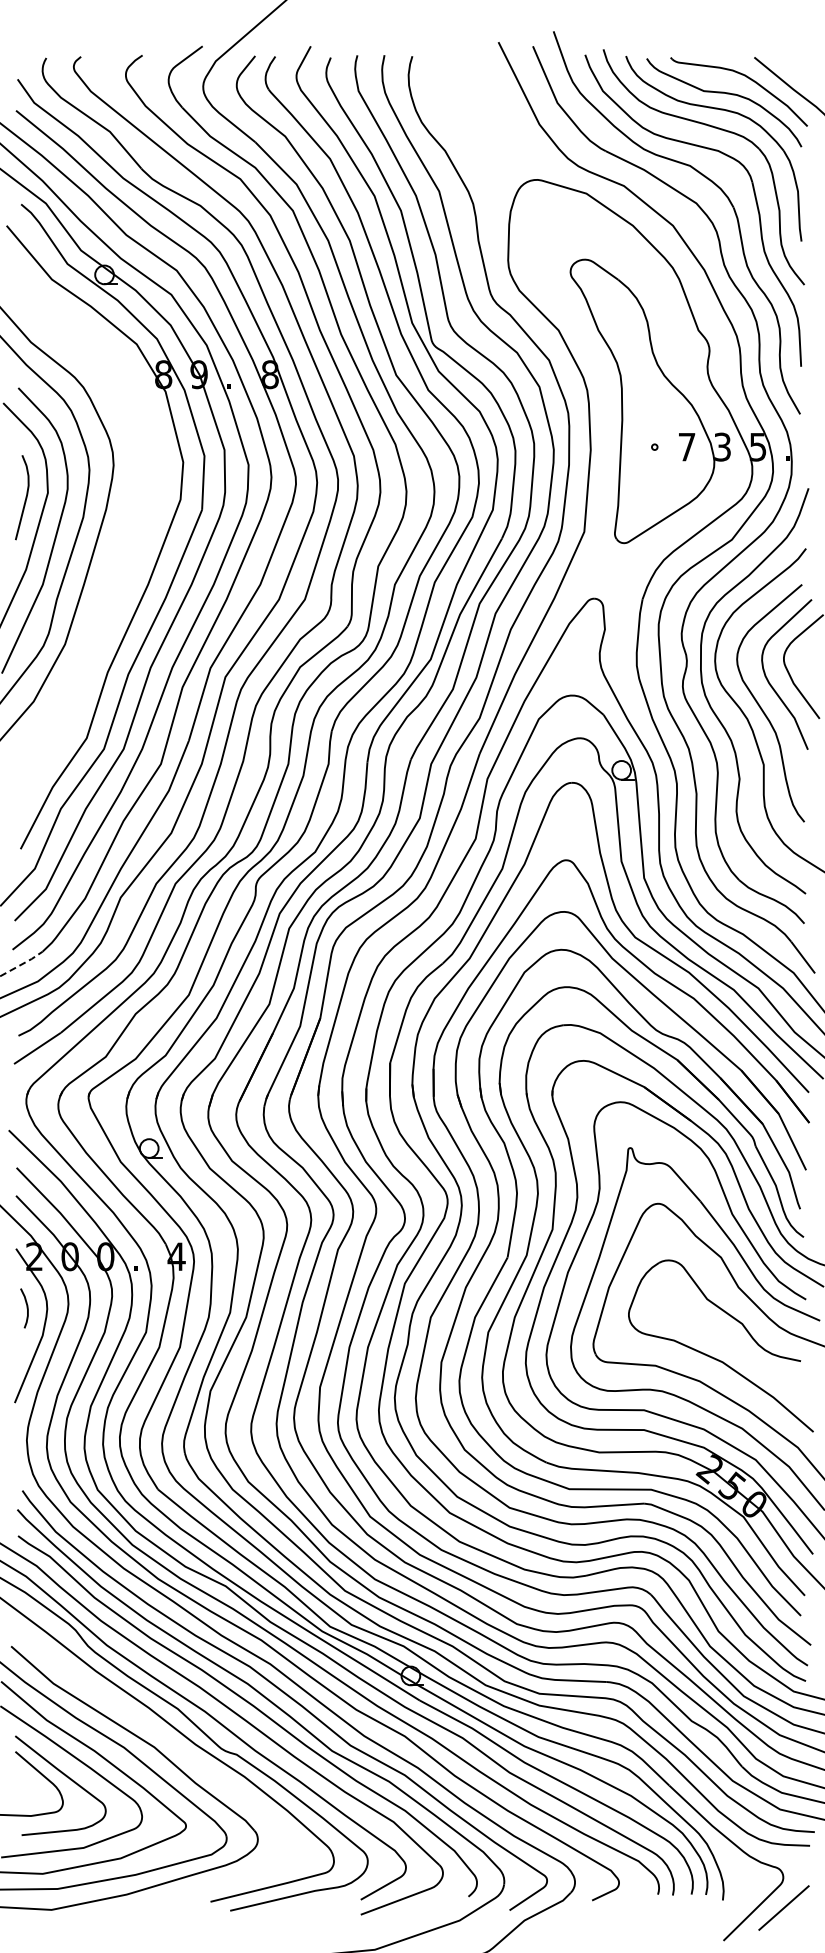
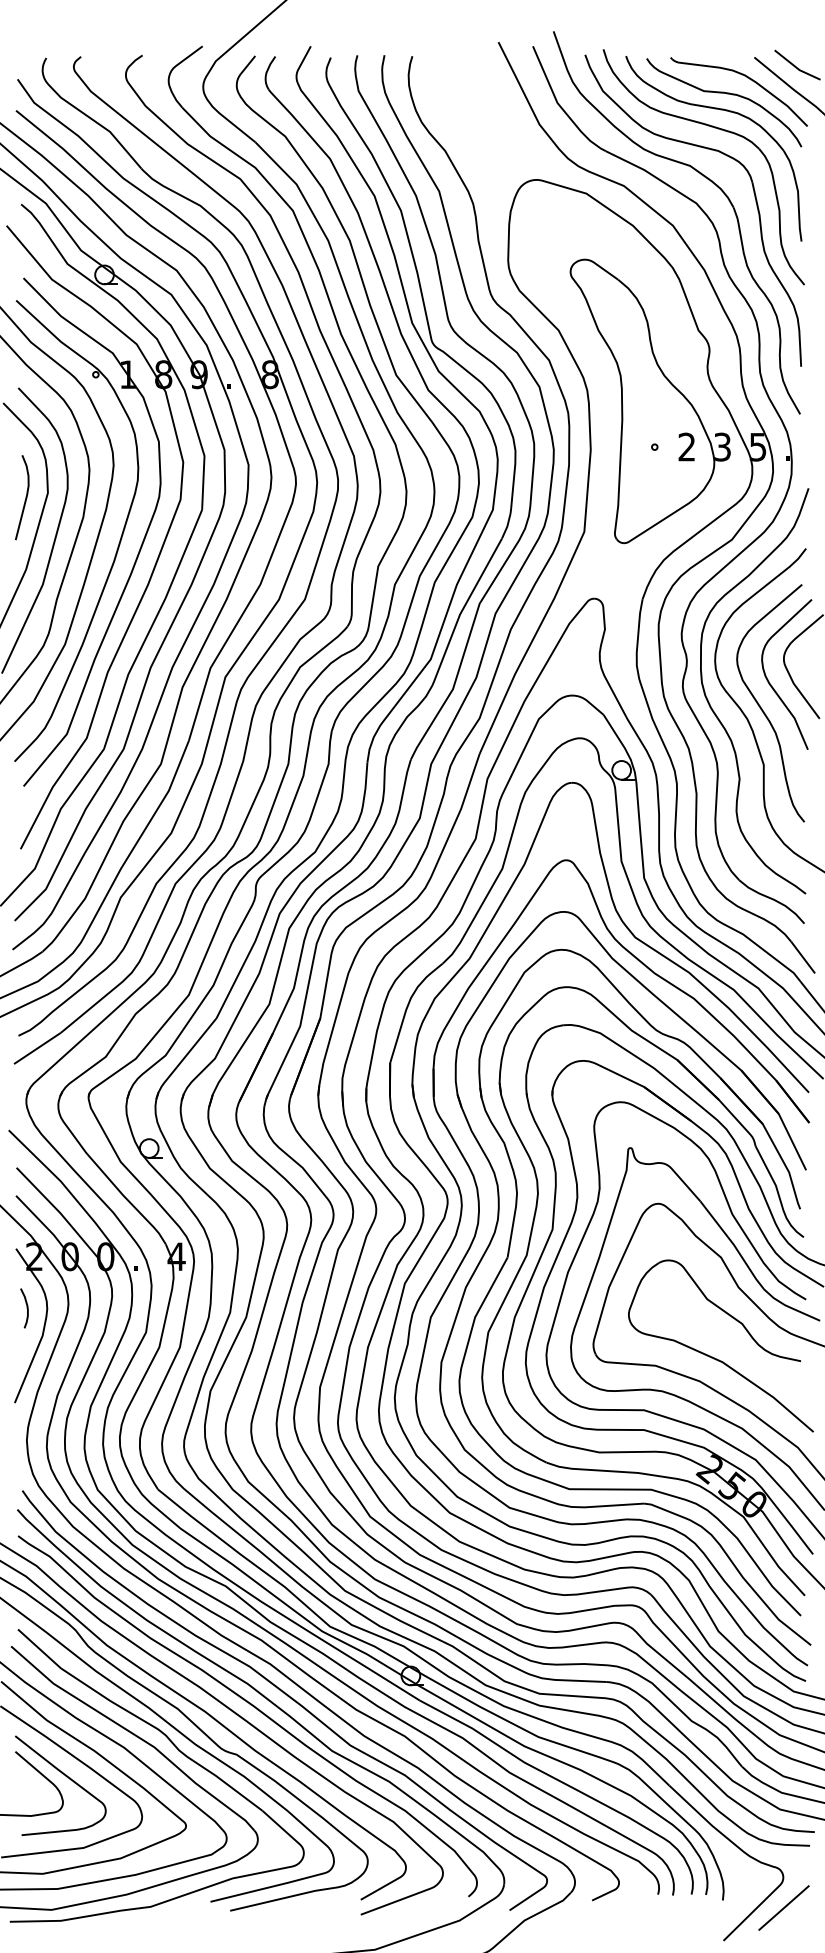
line at (795, 65): none -> present
text at (686, 446): 7 -> 2
part at (119, 540): none -> present
line at (23, 963): dashed -> solid
part at (178, 1751): none -> present
